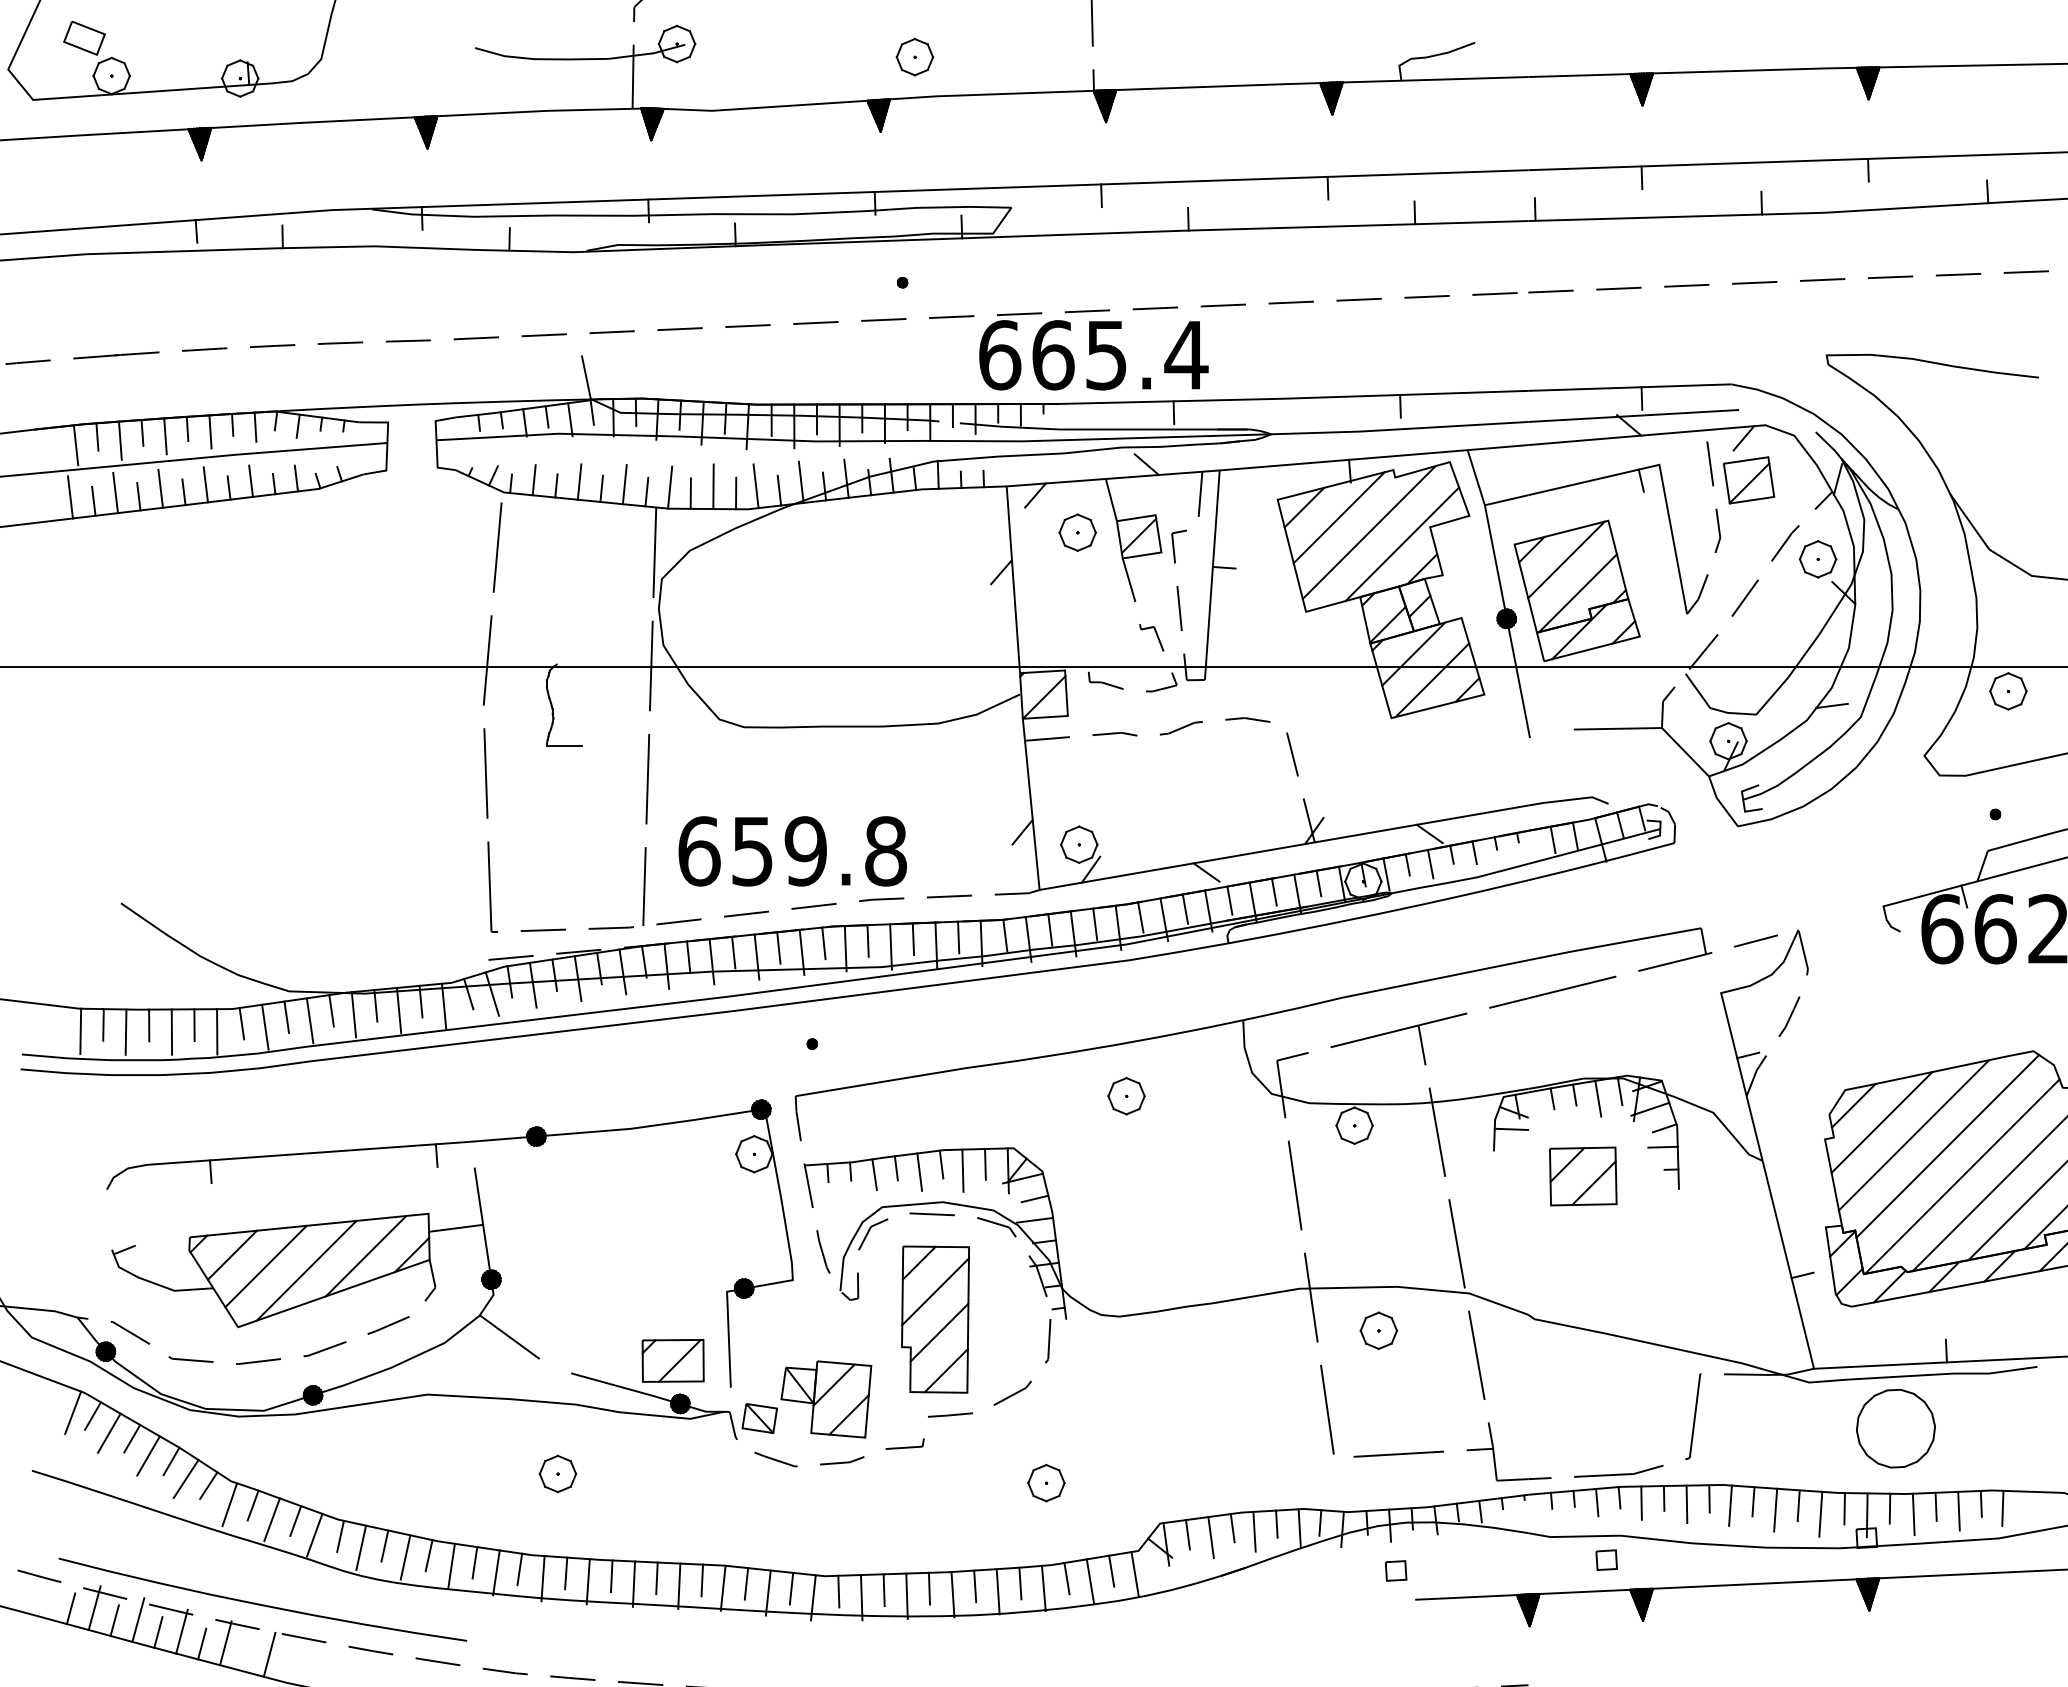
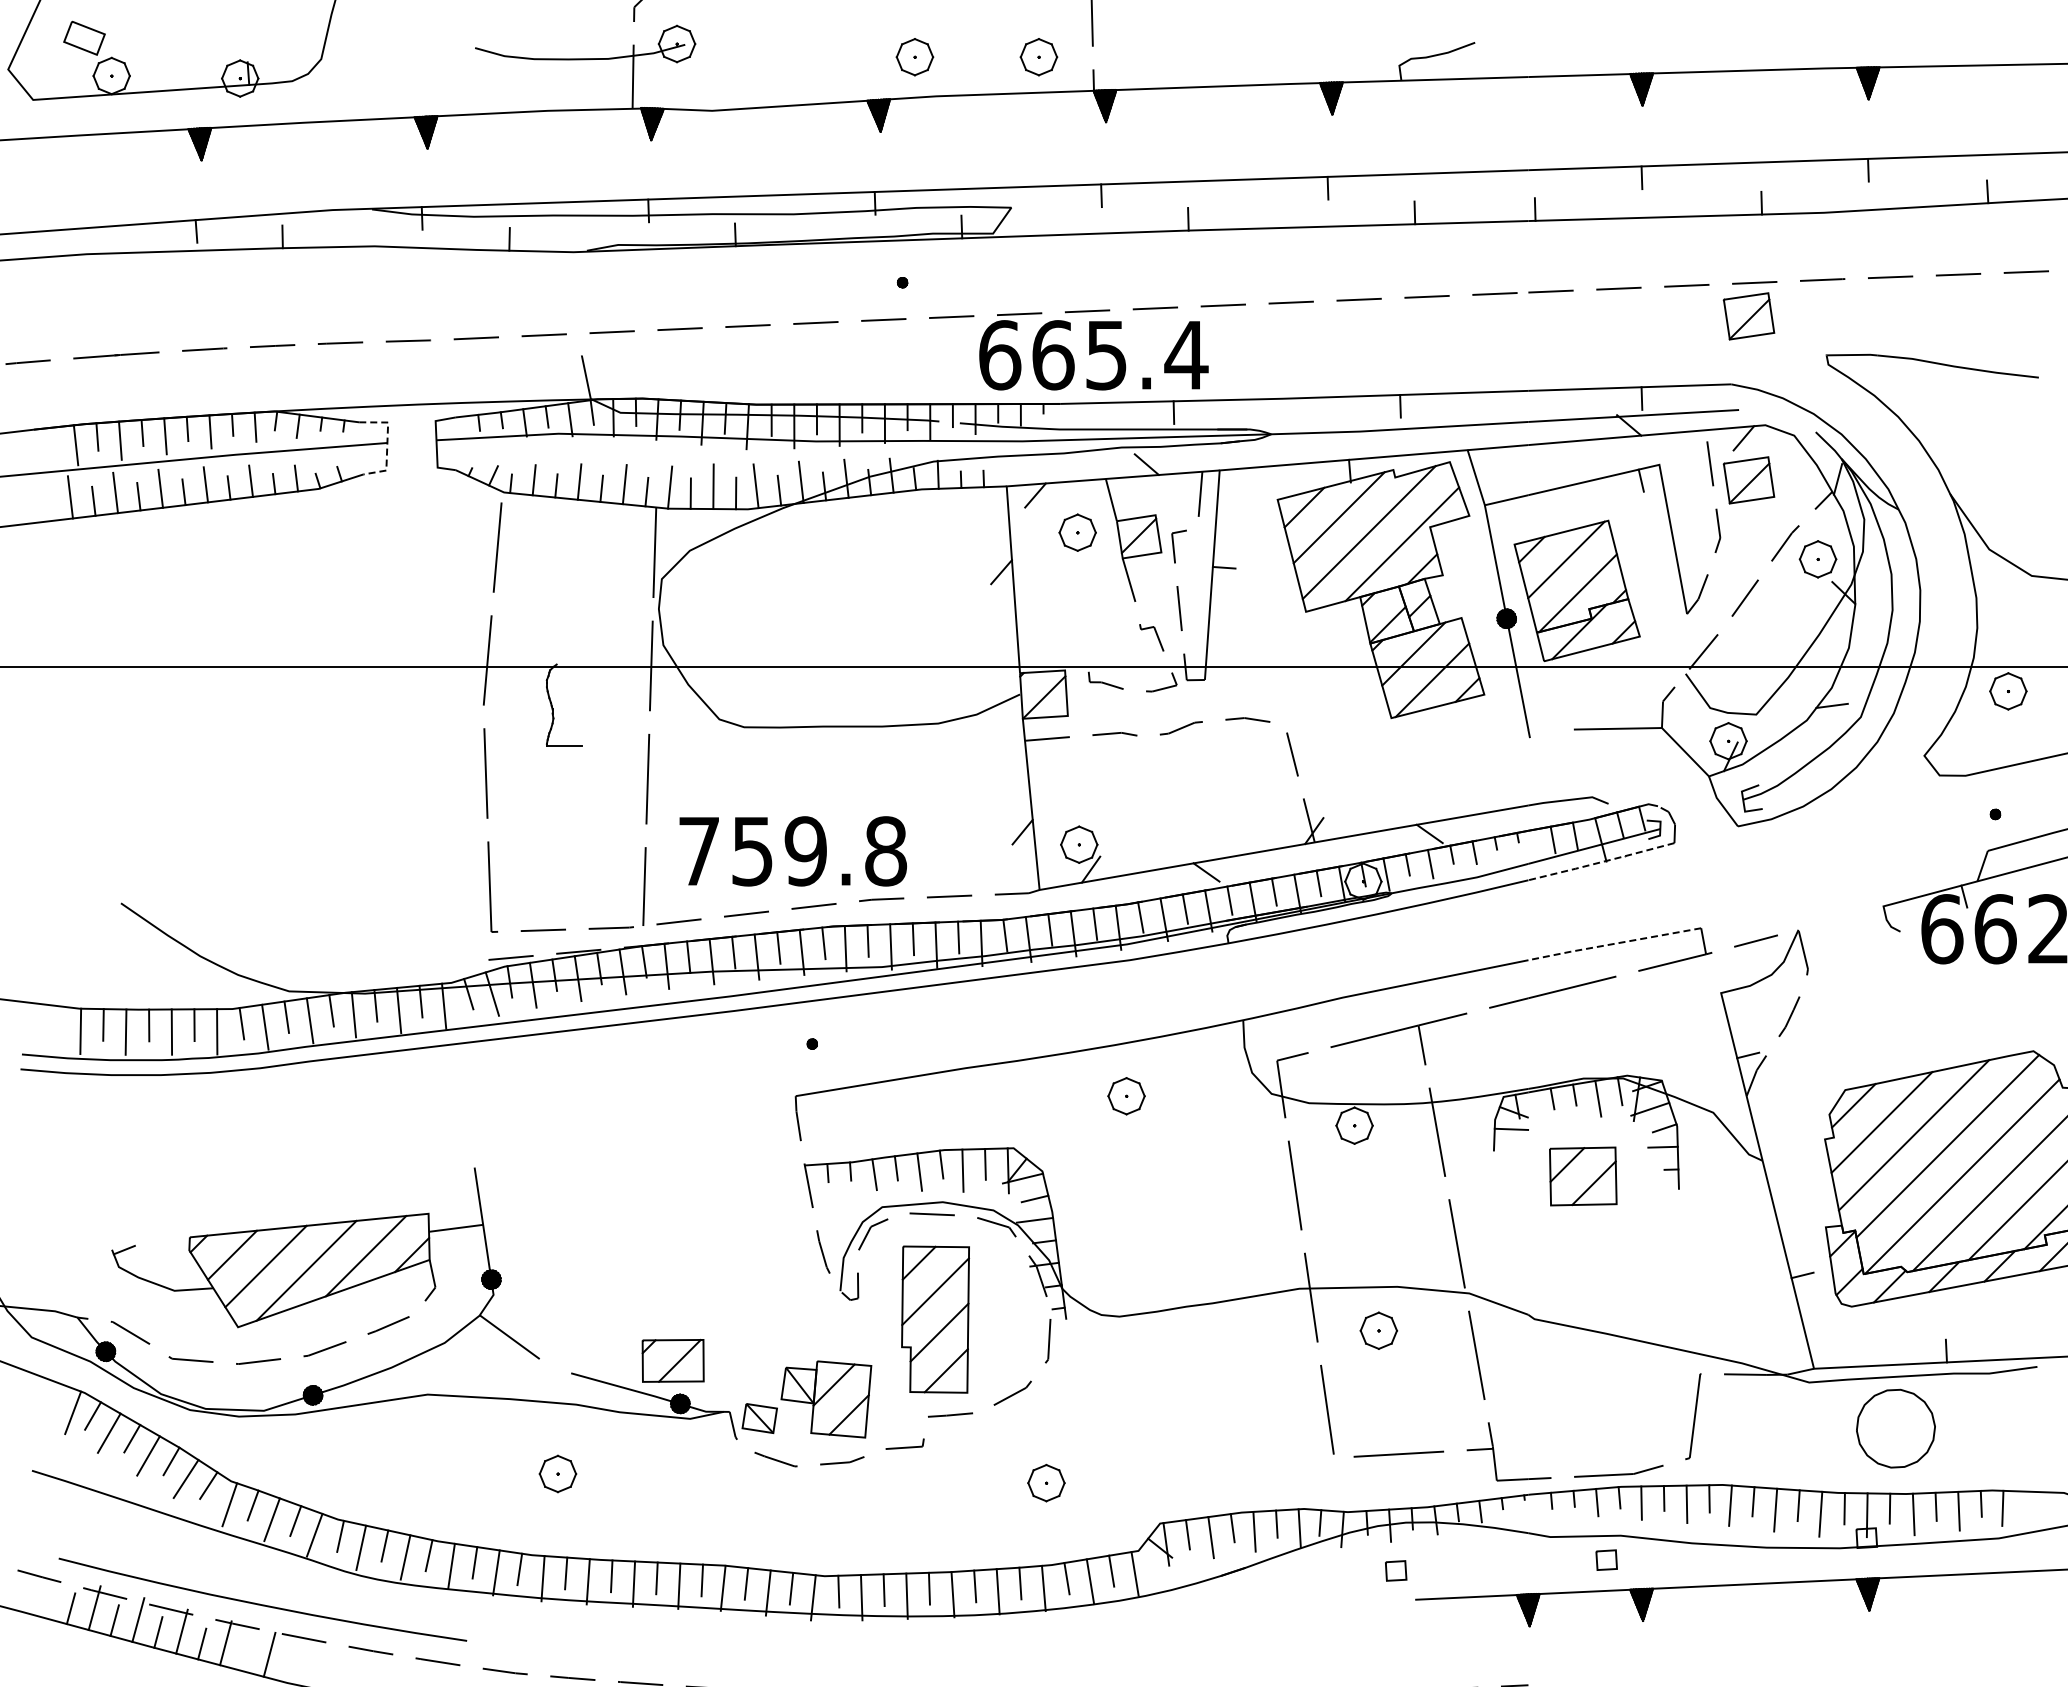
part at (1038, 57): none -> present
part at (1748, 316): none -> present
line at (387, 444): solid -> dashed
text at (699, 851): 659.8 -> 759.8
line at (1601, 862): solid -> dashed
line at (1614, 943): solid -> dashed
part at (438, 1167): present -> none
